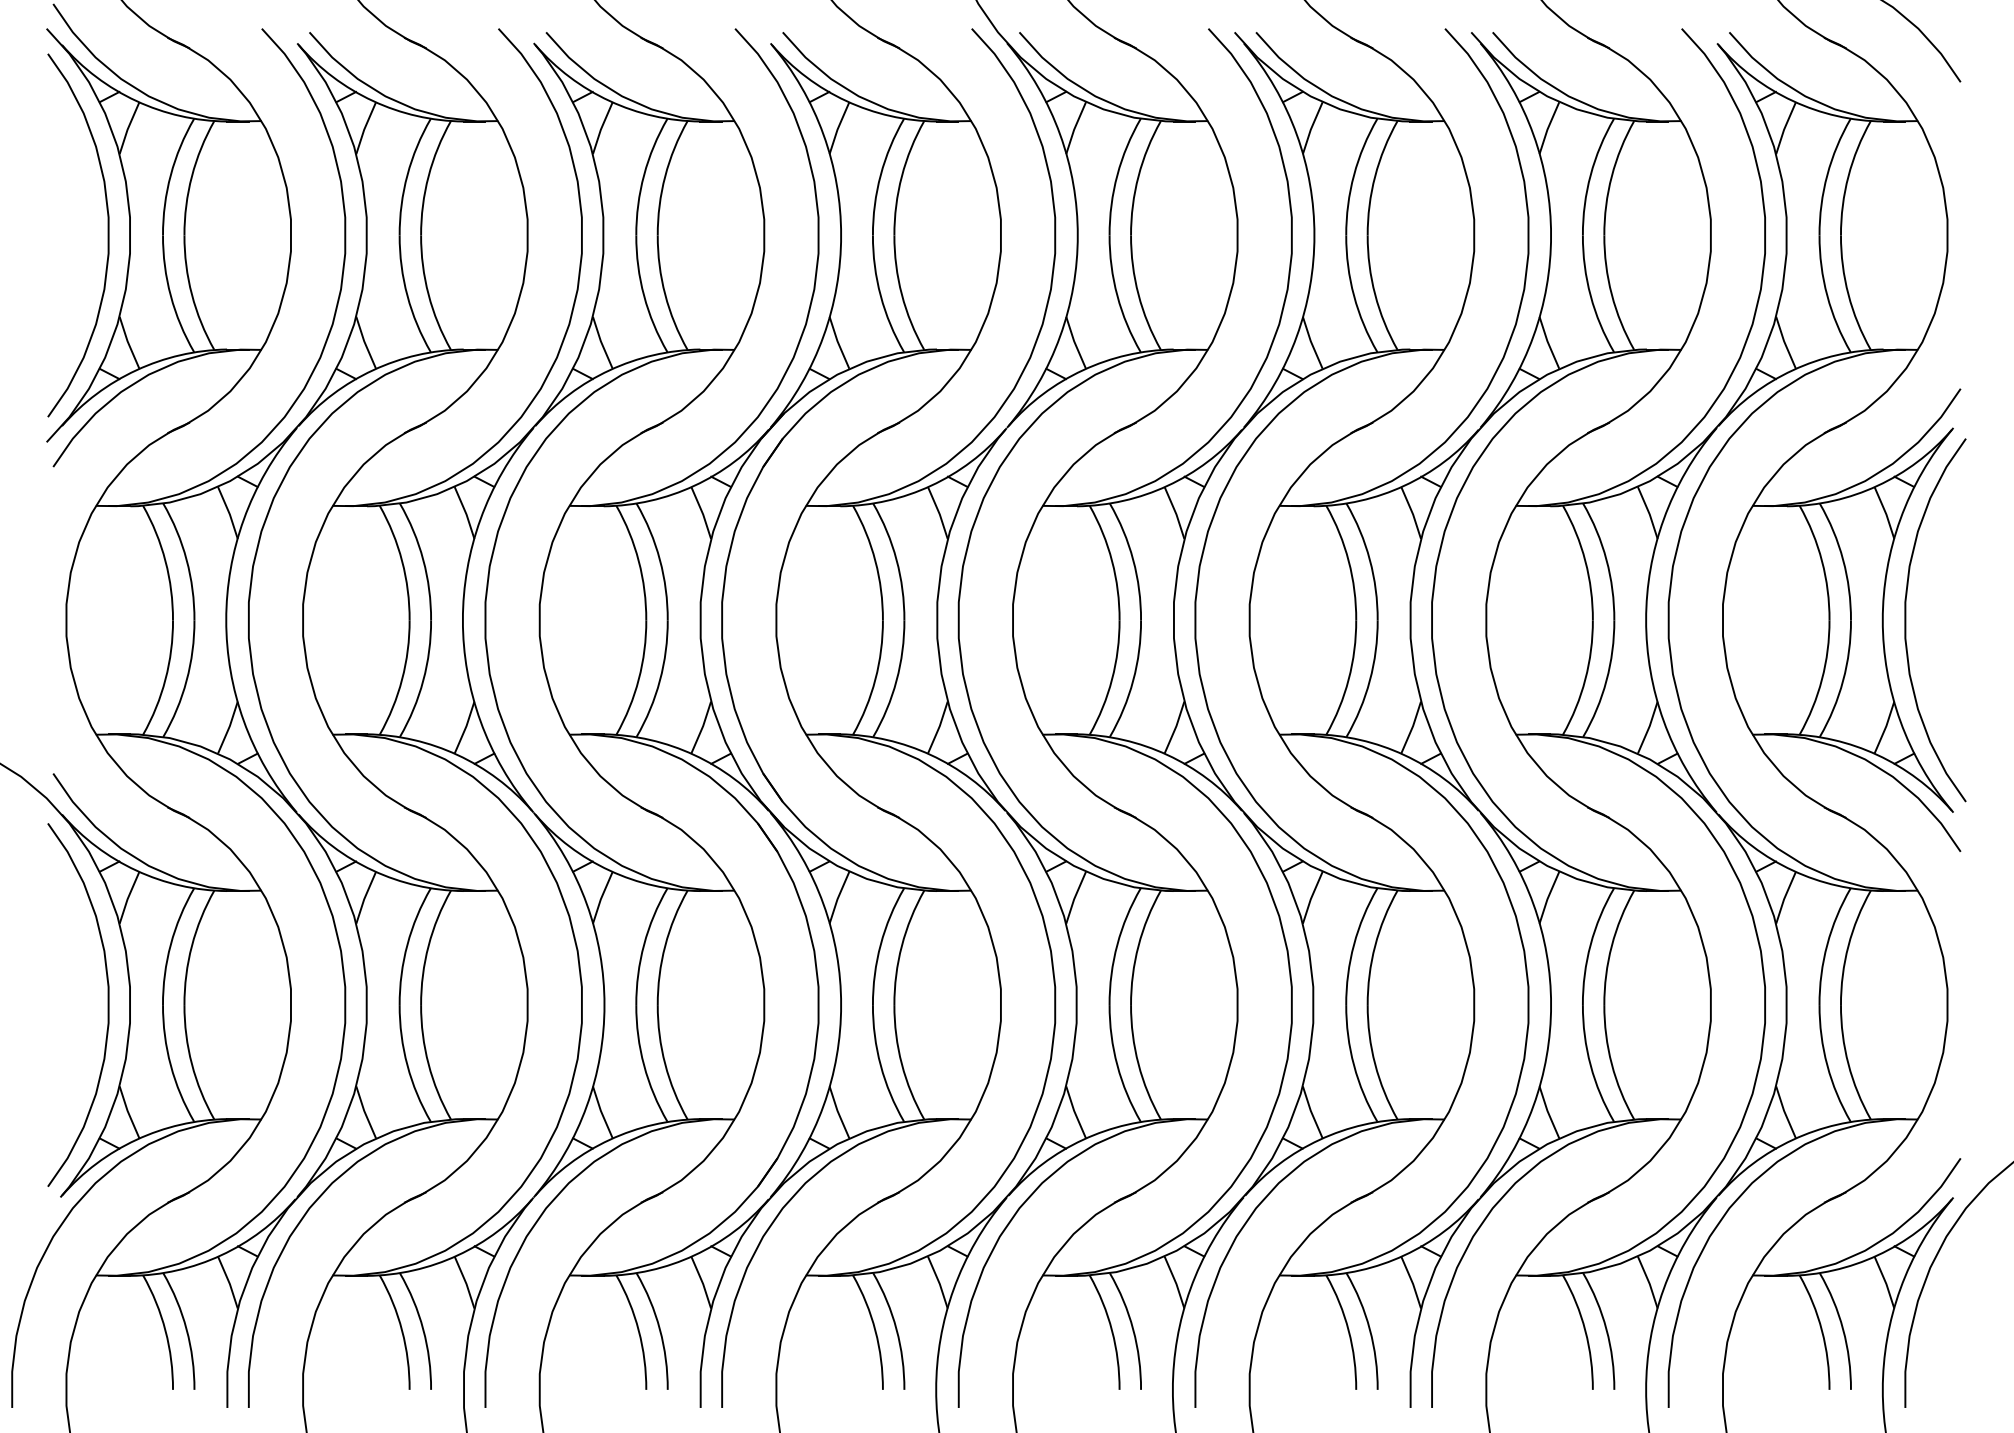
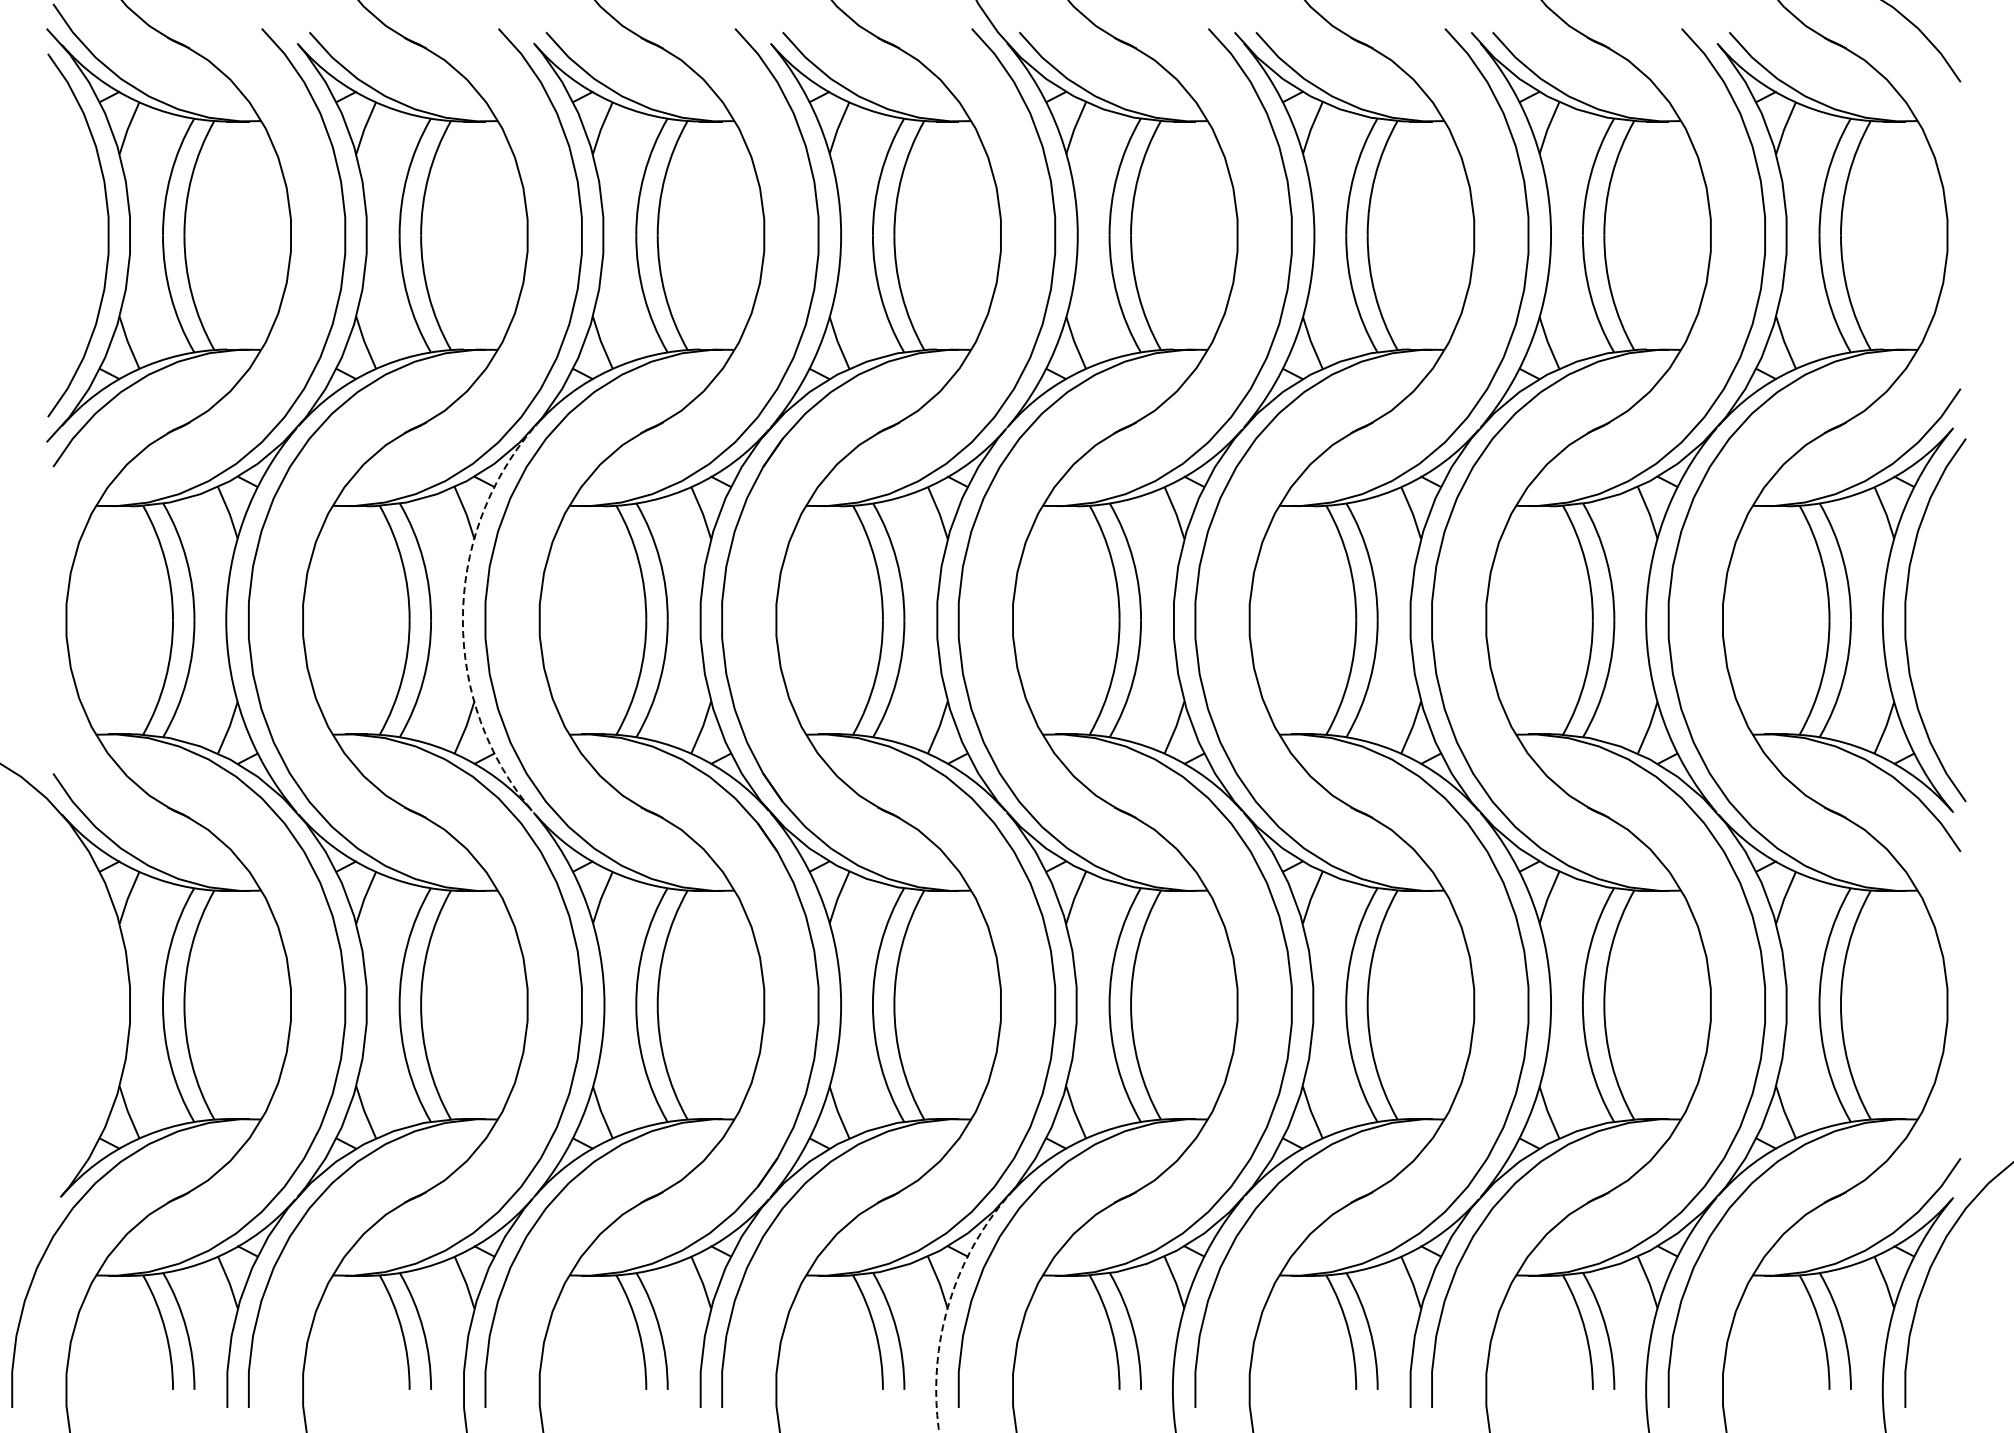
arc at (462, 620): solid -> dashed
curve at (107, 1004): present -> none
arc at (948, 1306): solid -> dashed
